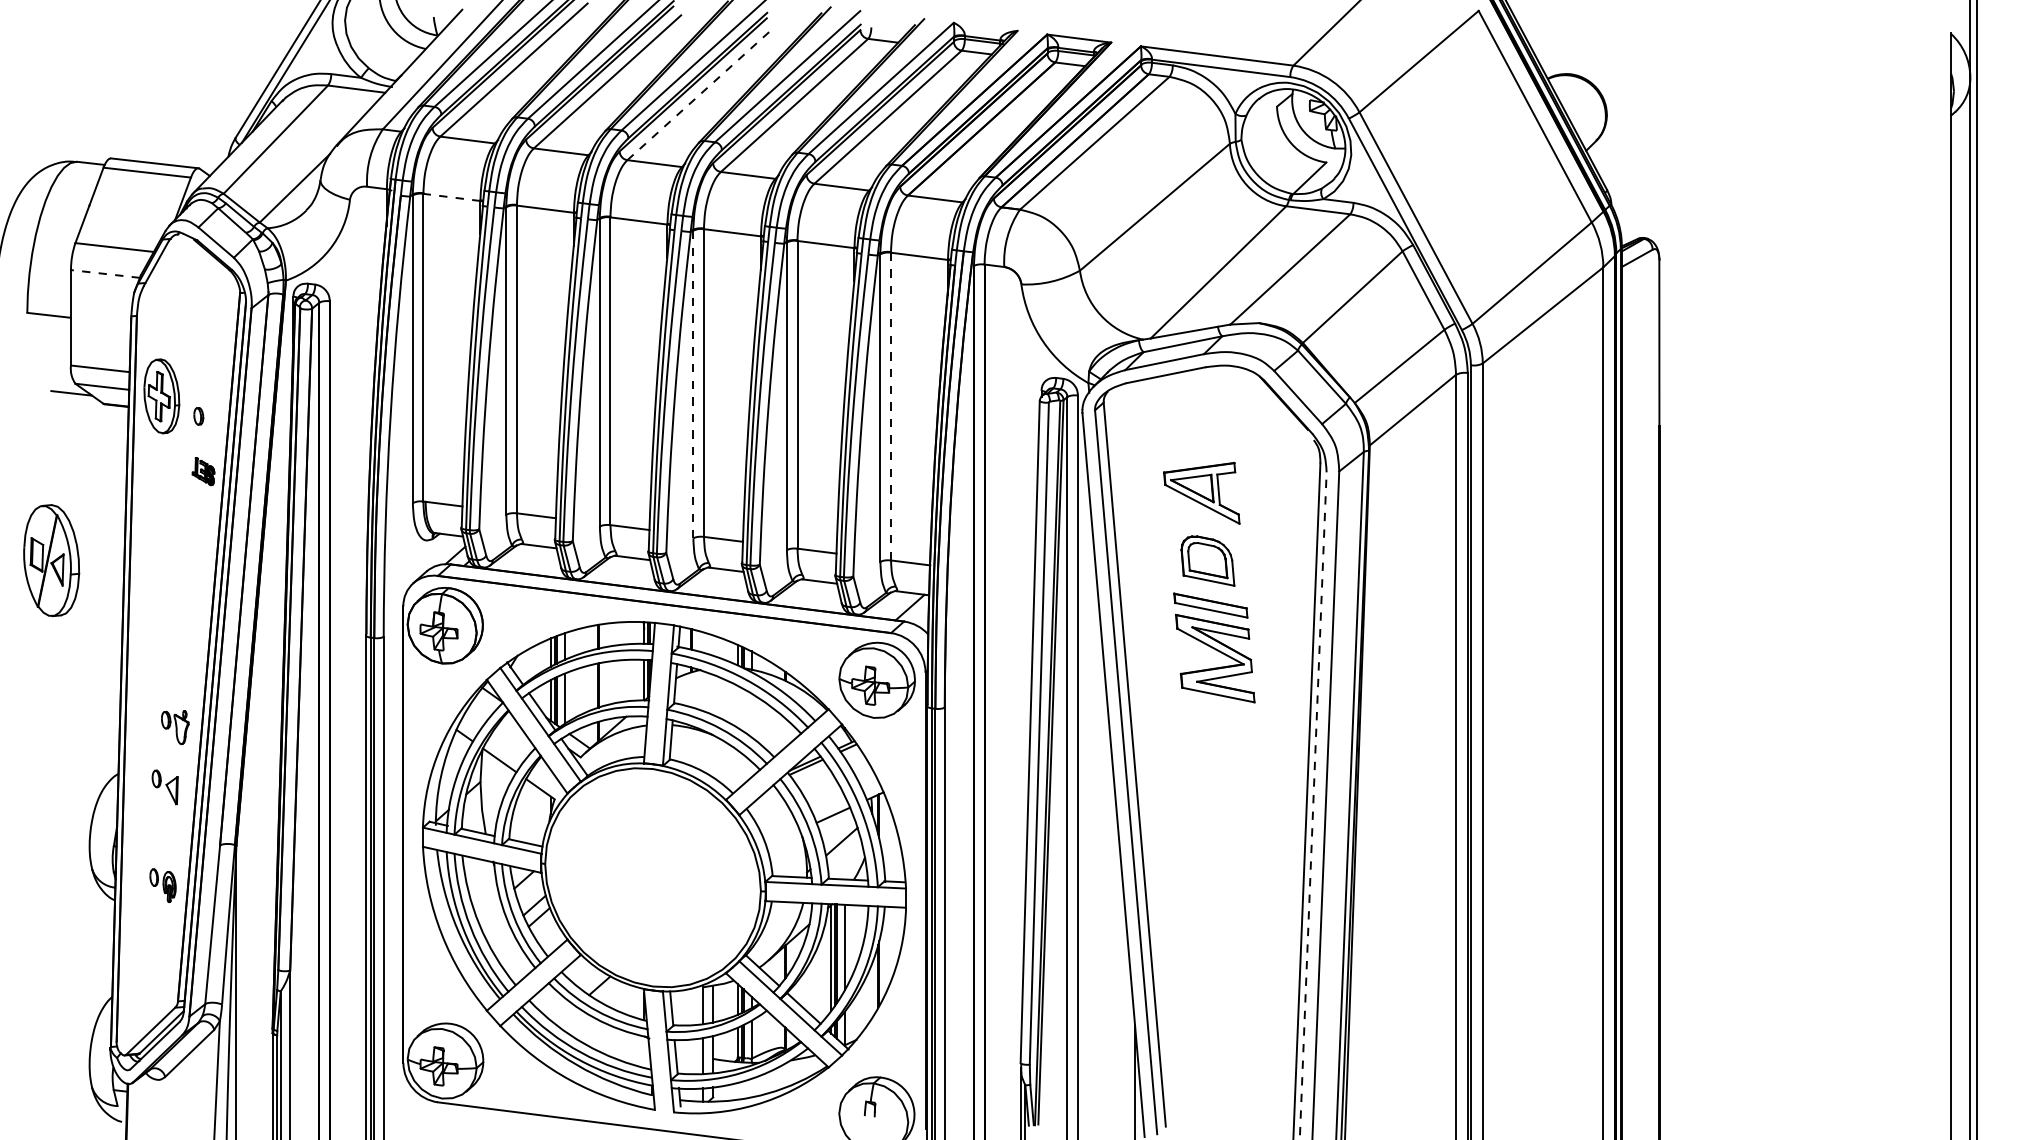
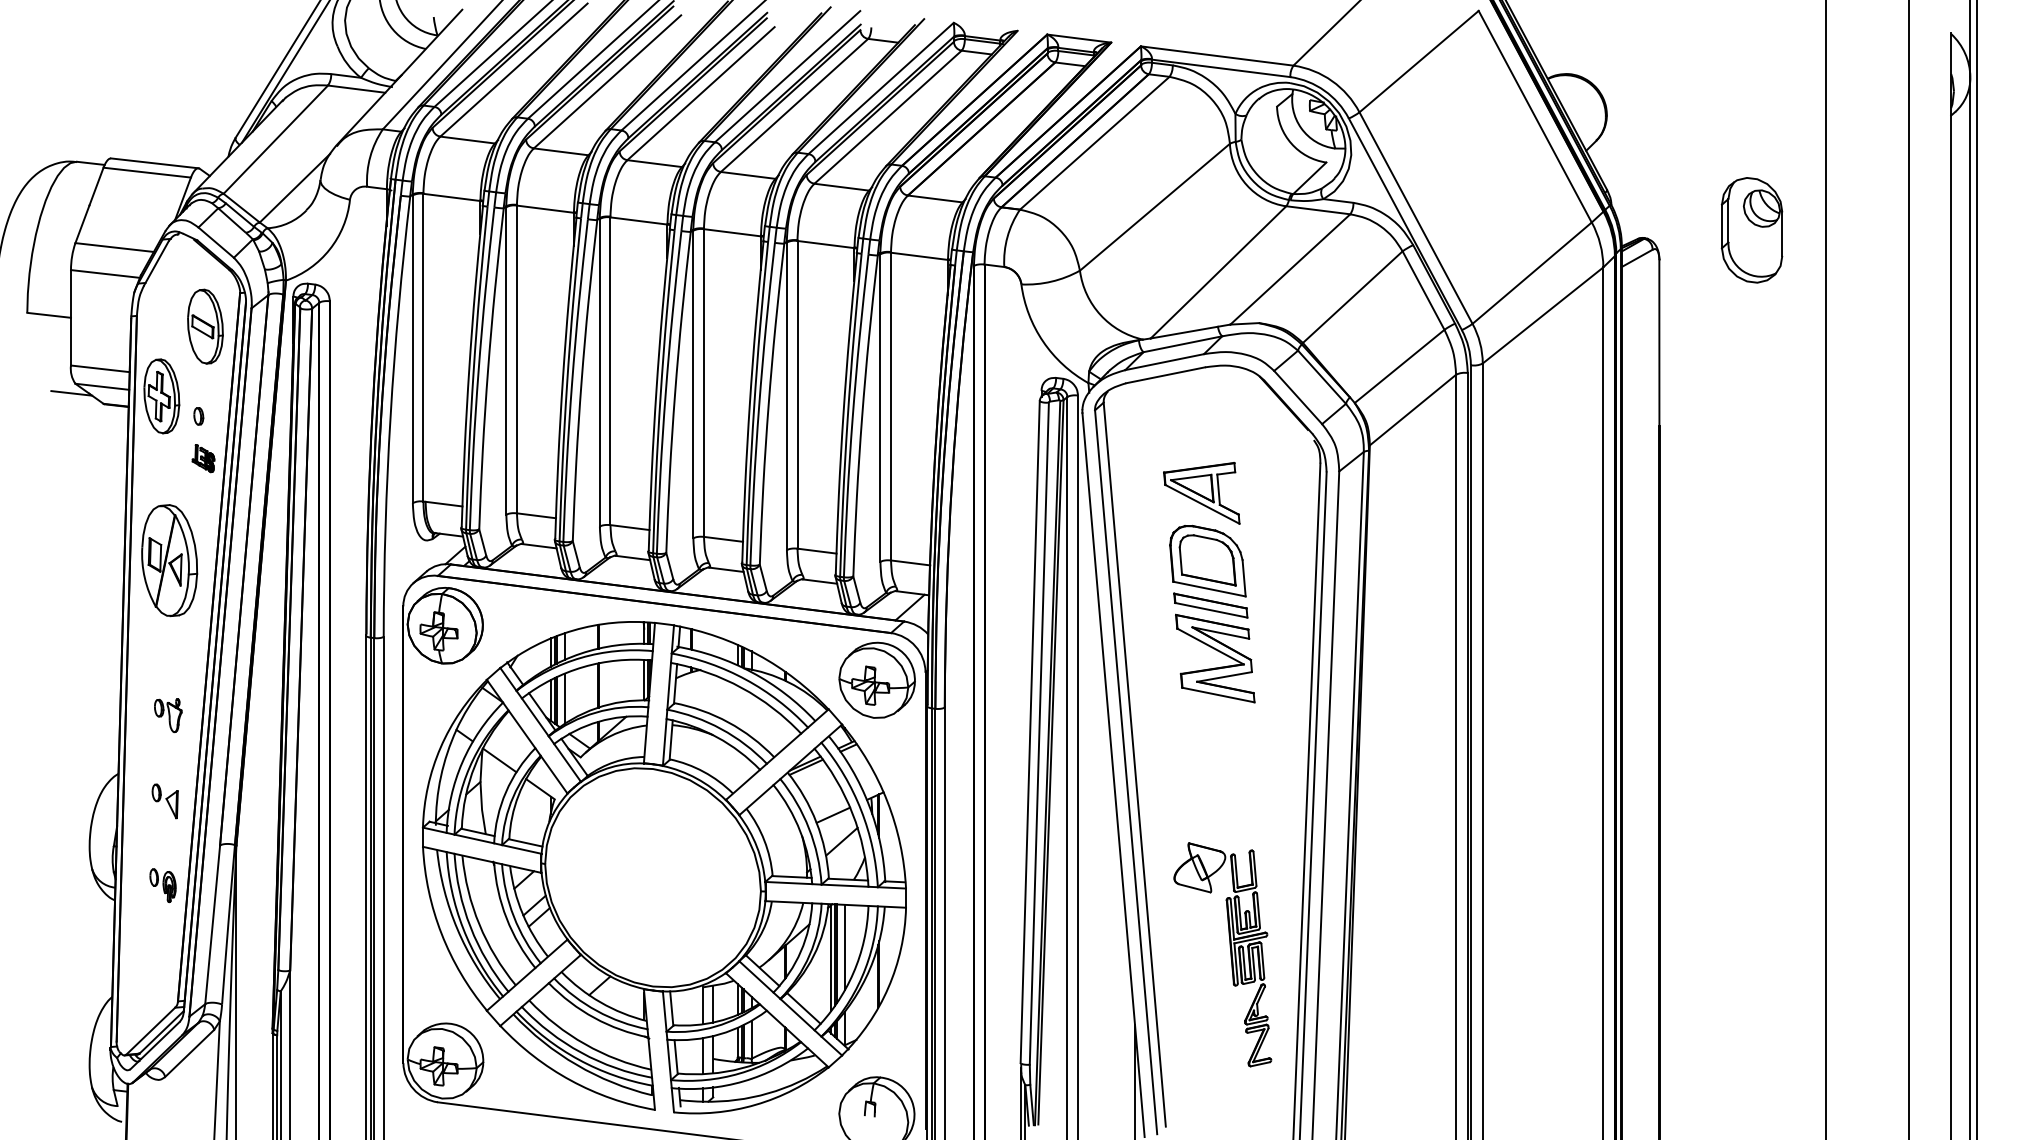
line at (701, 93): dashed -> solid
line at (451, 197): dashed -> solid
part at (1751, 230): none -> present
line at (105, 273): dashed -> solid
part at (205, 326): none -> present
line at (693, 384): dashed -> solid
line at (891, 406): dashed -> solid
part at (203, 471) position: (203, 471) -> (203, 458)
part at (51, 560) position: (51, 560) -> (169, 560)
part at (1207, 560) size: 56x52 px -> 78x74 px
line at (1825, 569): none -> present
line at (1908, 569): none -> present
part at (175, 727) position: (175, 727) -> (168, 715)
part at (164, 787) position: (164, 787) -> (164, 801)
line at (1313, 806): dashed -> solid
part at (1230, 954): none -> present
